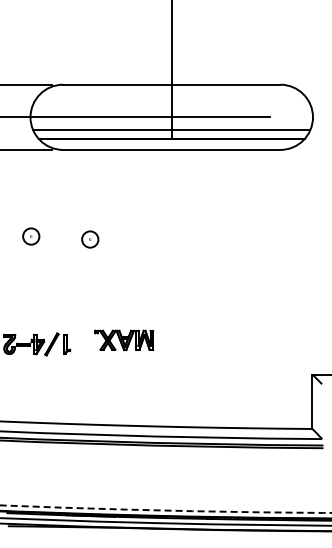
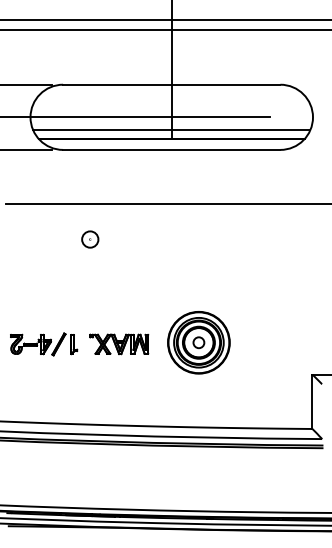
line at (165, 19): none -> present
line at (165, 30): none -> present
line at (167, 204): none -> present
part at (31, 236): present -> none
part at (124, 340) position: (124, 340) -> (119, 344)
part at (198, 342): none -> present
part at (37, 344) position: (37, 344) -> (44, 344)
arc at (166, 510): dashed -> solid
